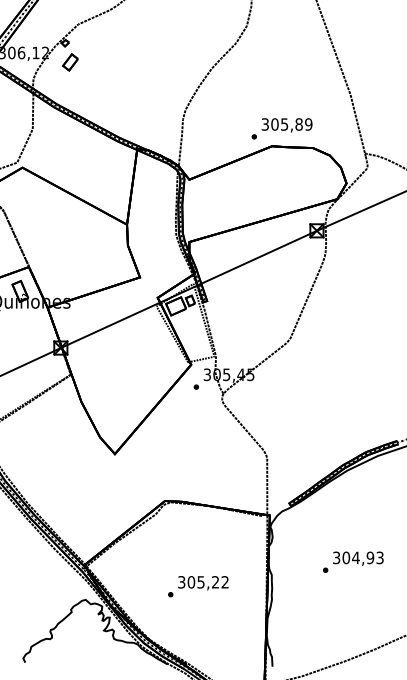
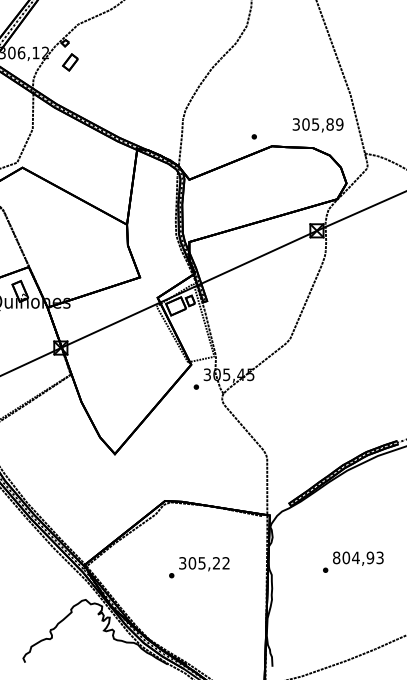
text at (286, 125) position: (286, 125) -> (317, 125)
text at (336, 557): 304,93 -> 804,93
text at (198, 586) position: (198, 586) -> (199, 567)
